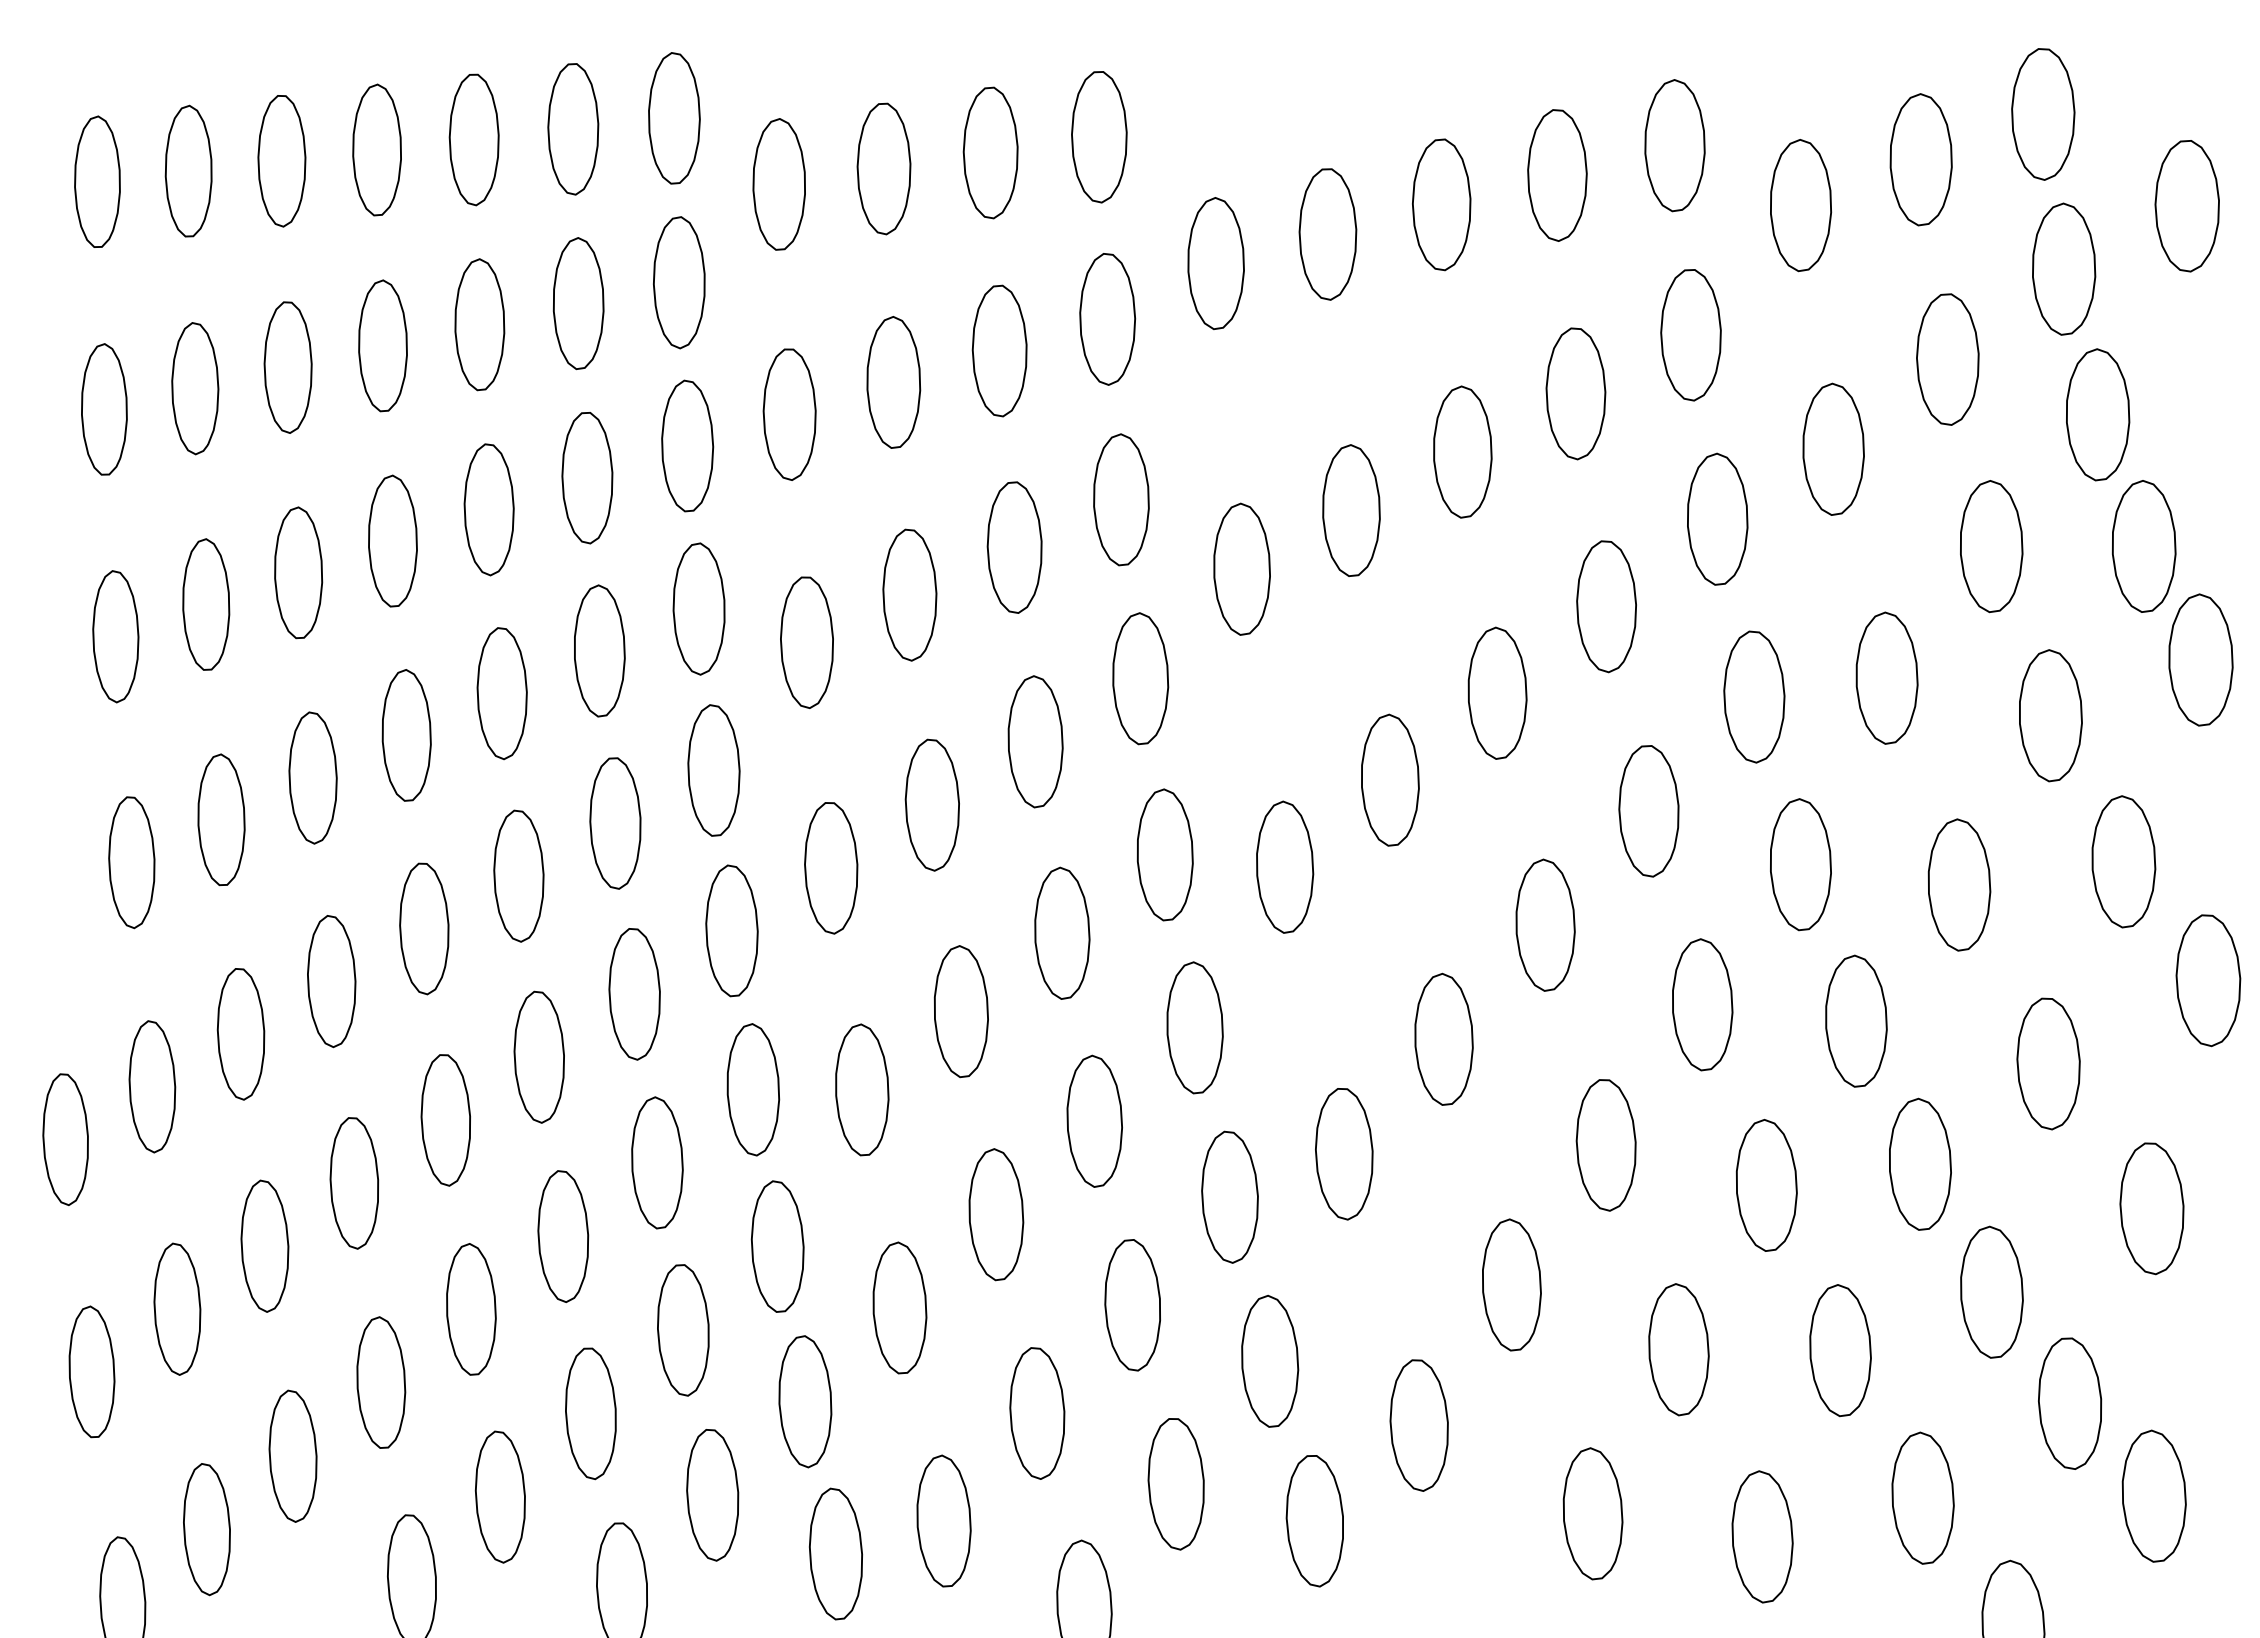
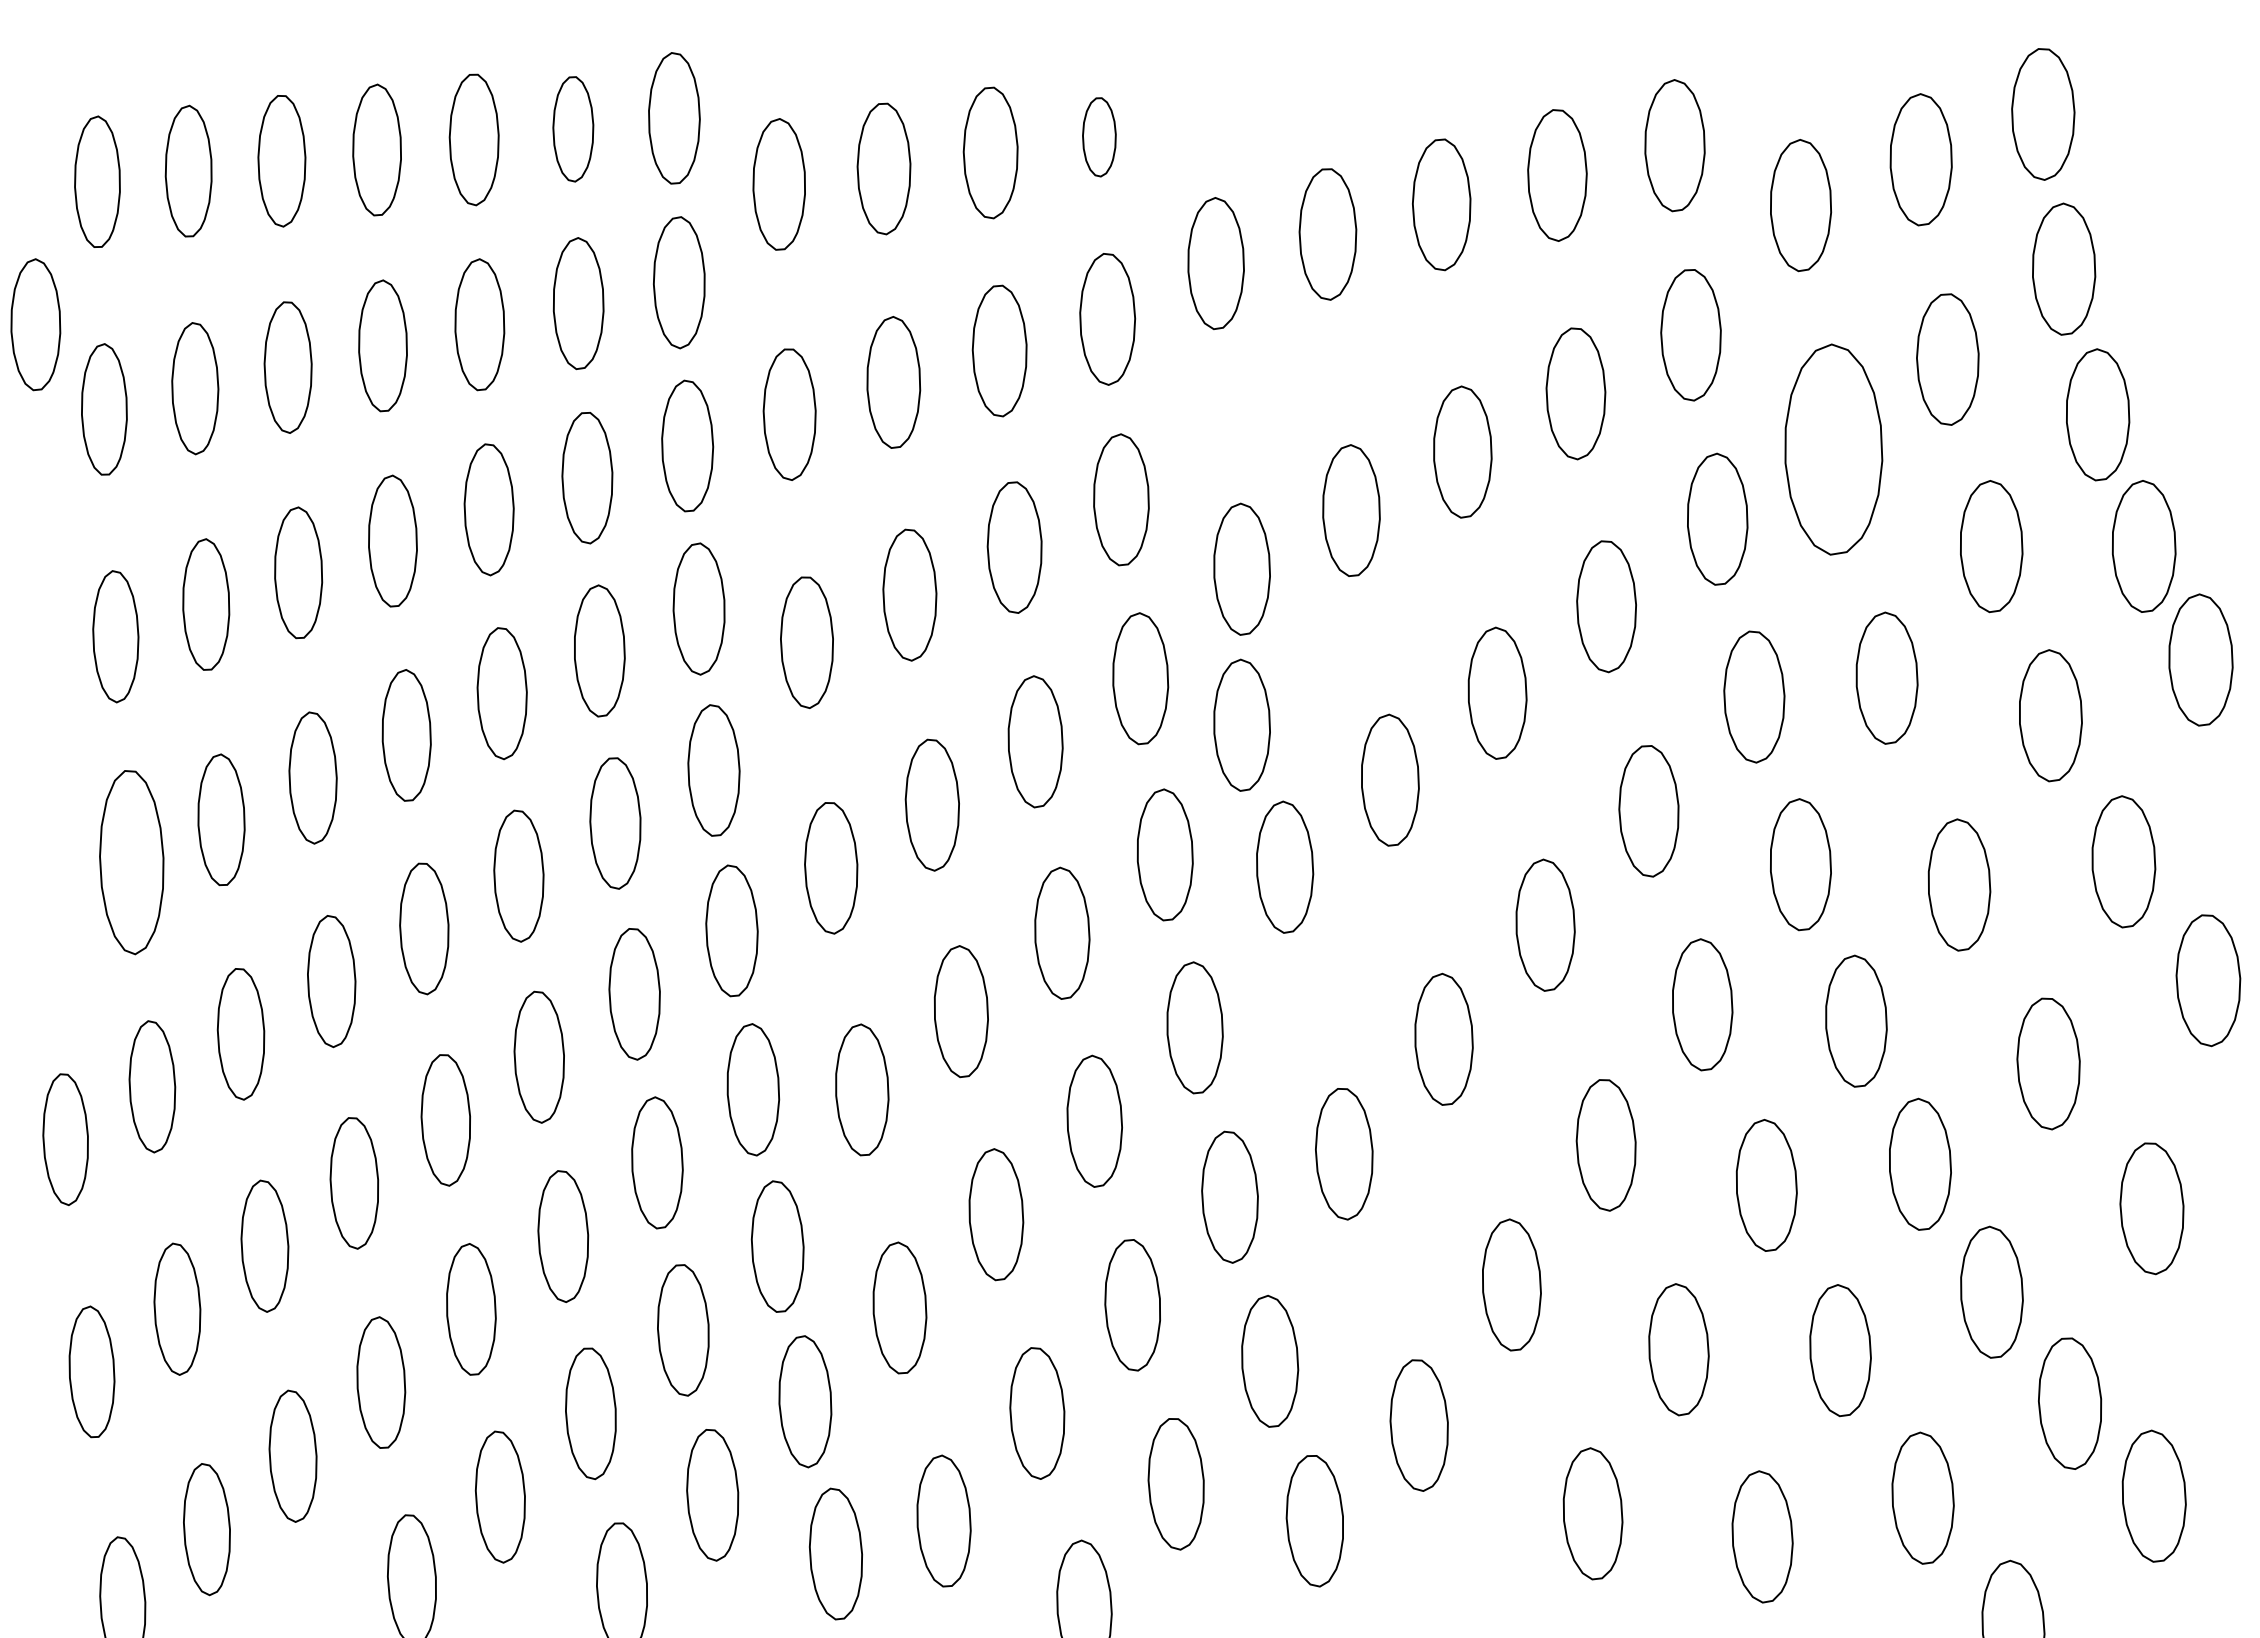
part at (573, 129) size: 53x133 px -> 43x107 px
part at (1099, 137) size: 57x133 px -> 35x81 px
part at (2186, 206): present -> none
part at (35, 324): none -> present
part at (1833, 448) size: 63x134 px -> 100x213 px
part at (1241, 724): none -> present
part at (131, 862) size: 48x134 px -> 66x186 px
